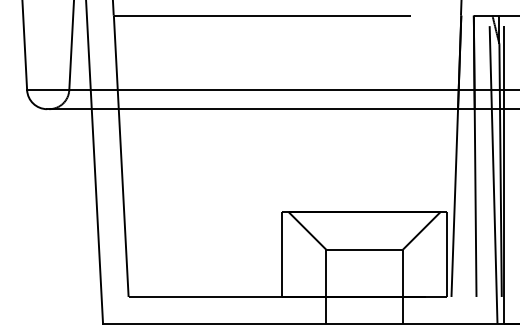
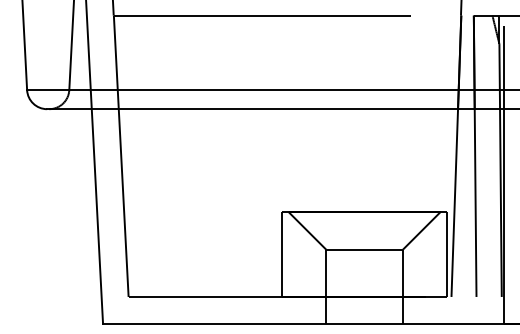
line at (493, 162): present -> none
